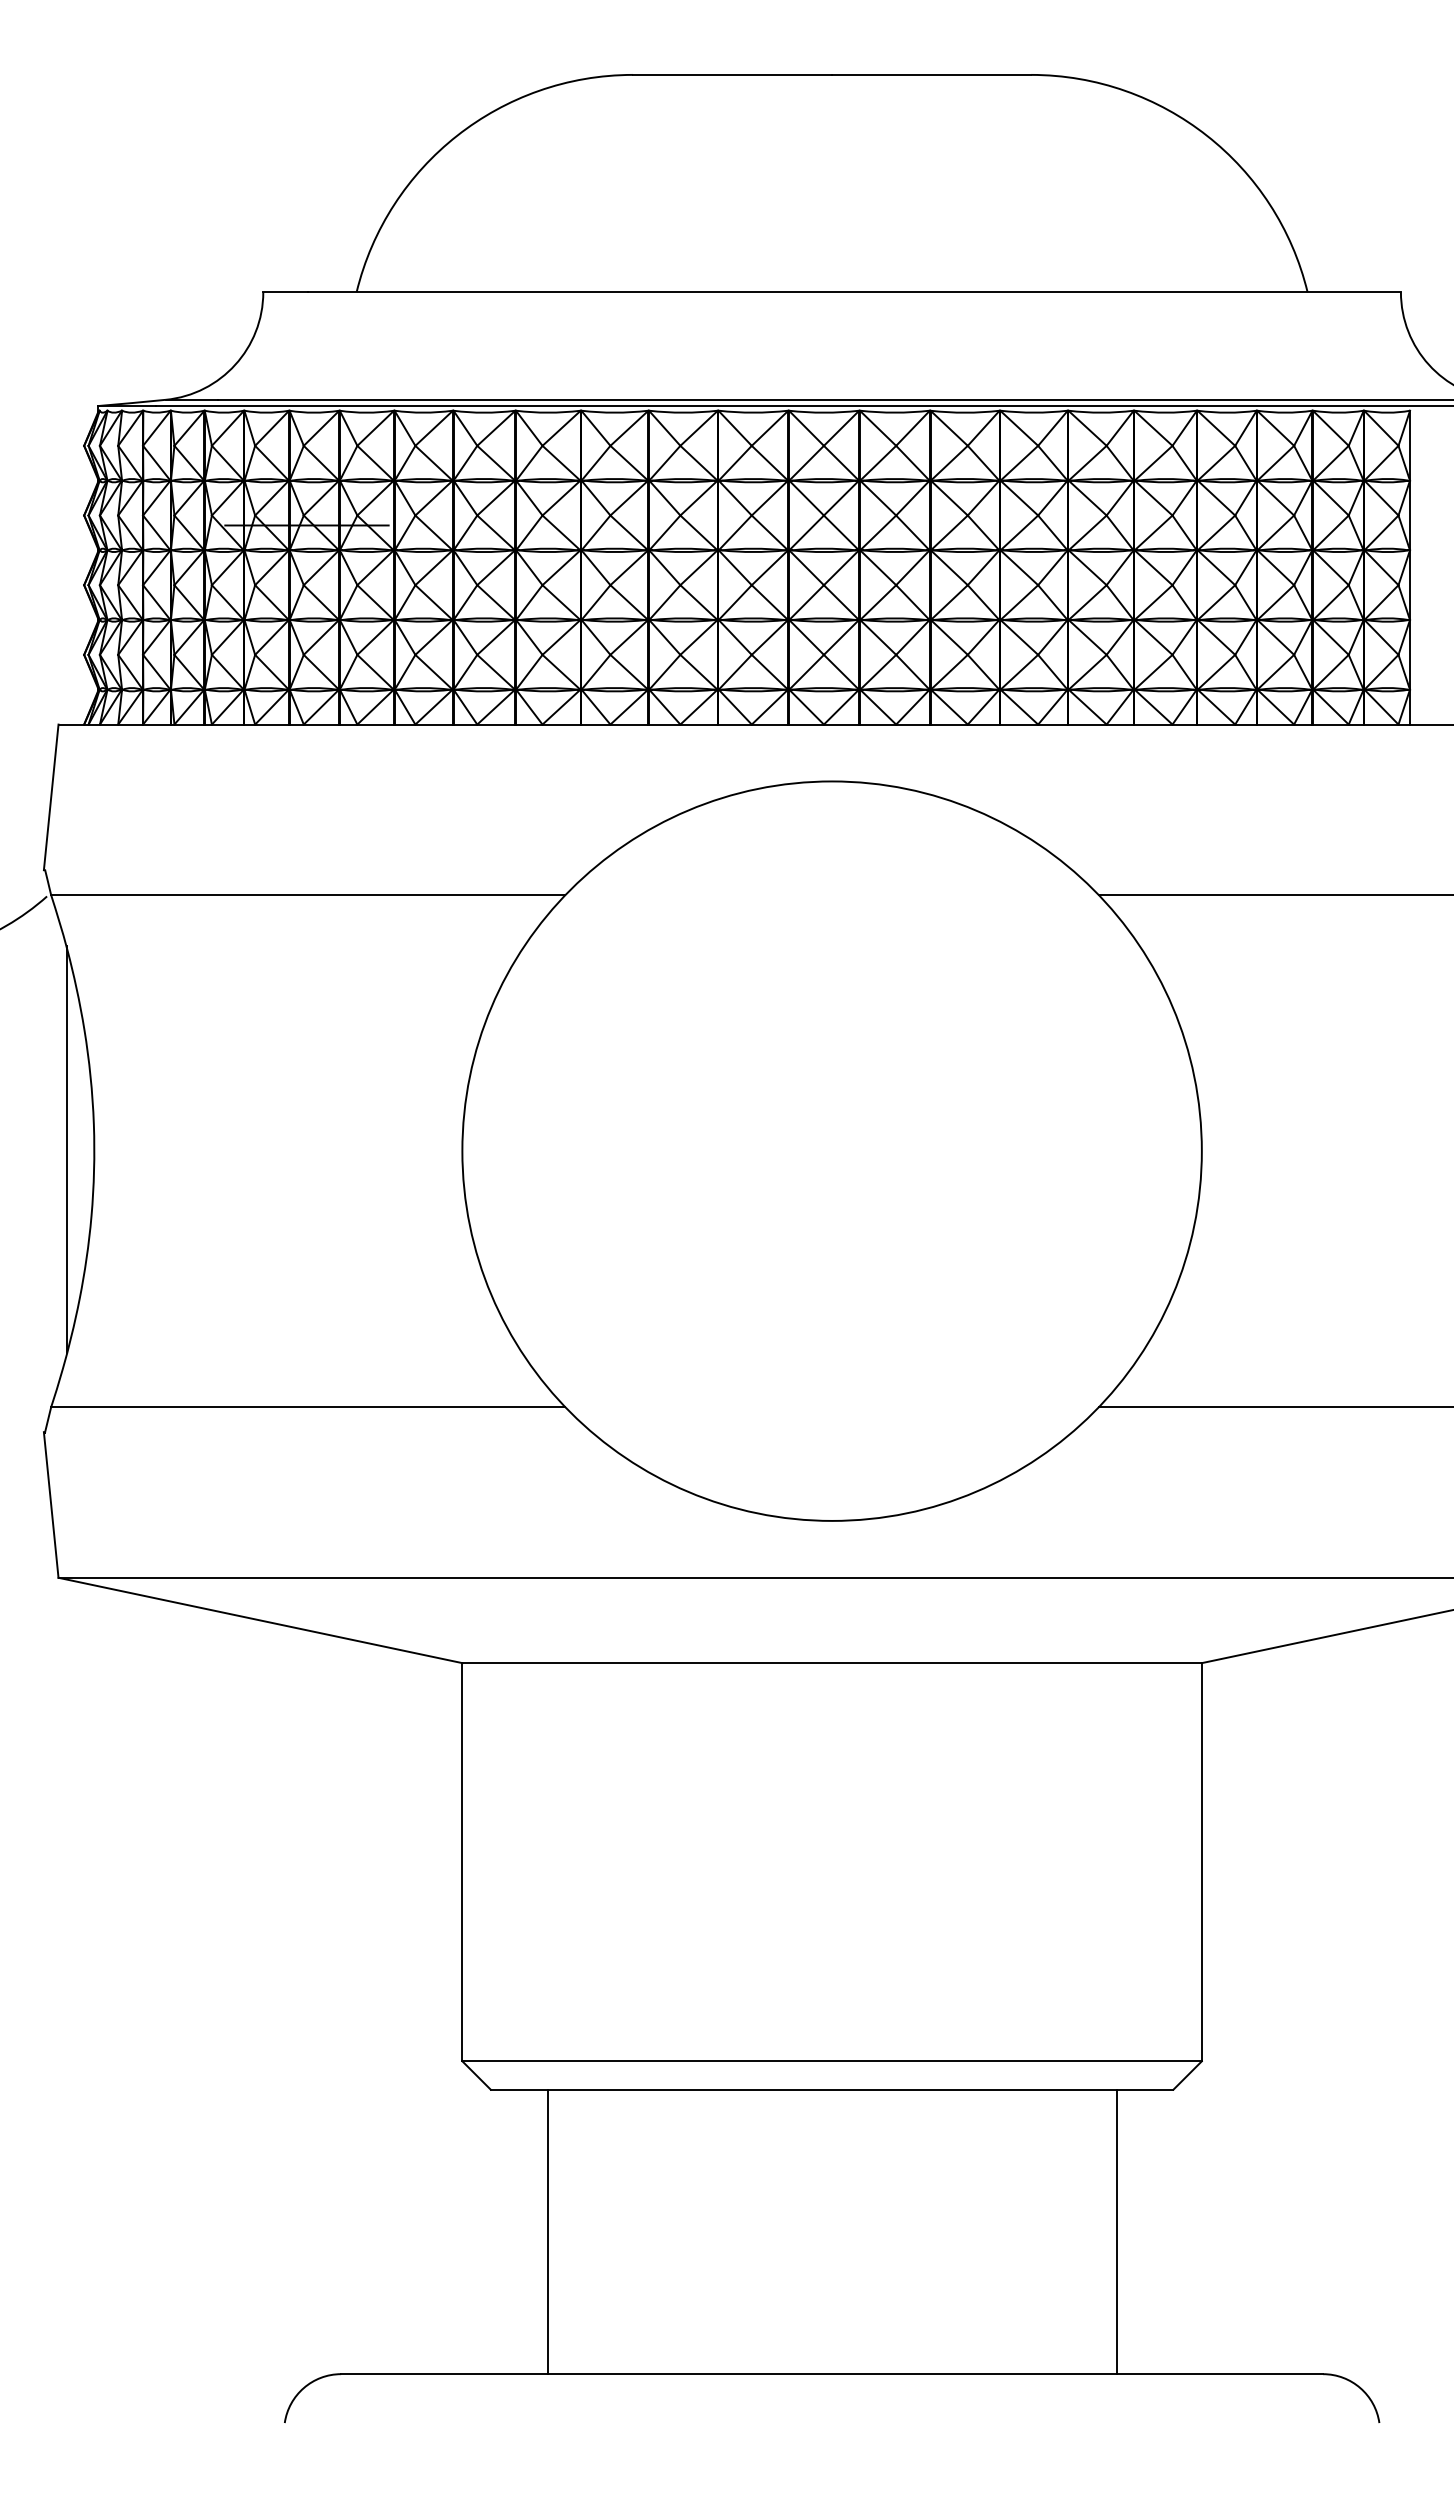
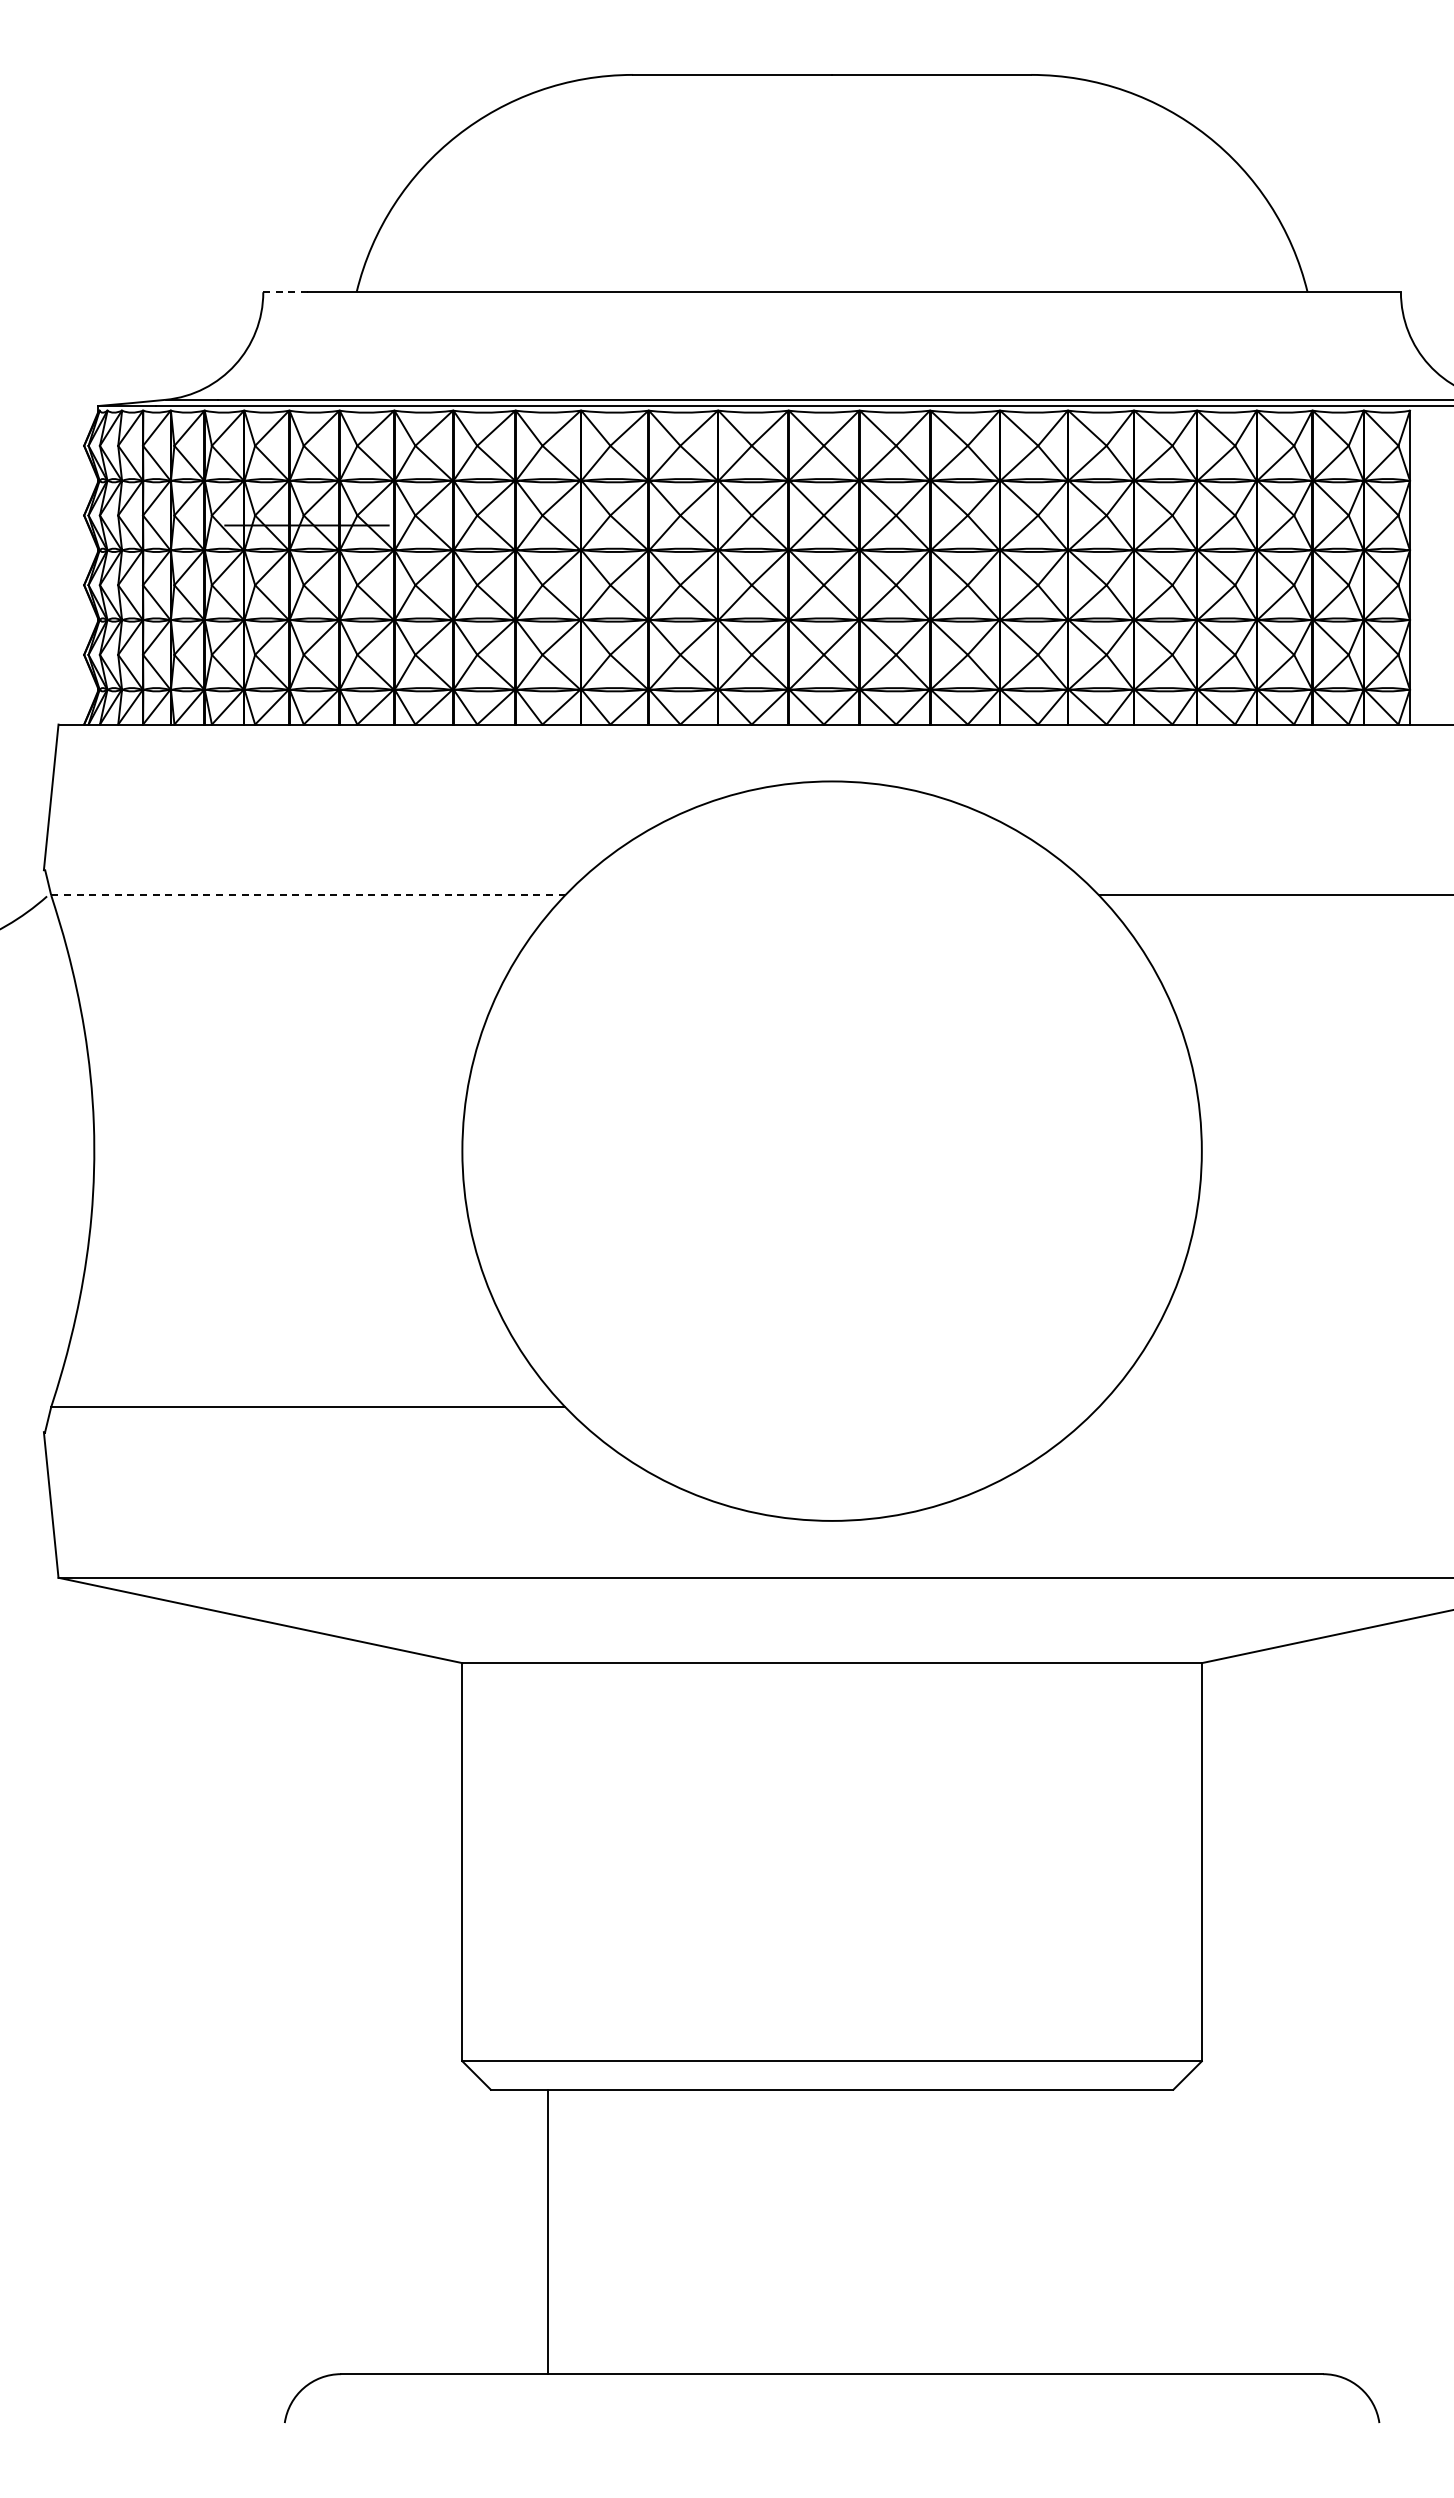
line at (285, 292): solid -> dashed
line at (308, 895): solid -> dashed
line at (67, 1149): present -> none
line at (1274, 1407): present -> none
line at (1116, 2231): present -> none
